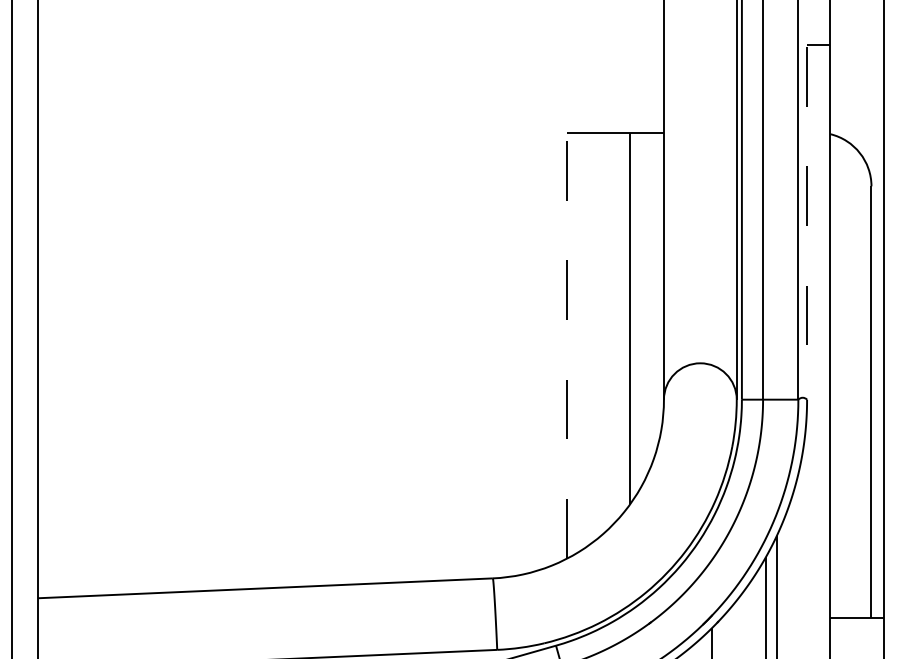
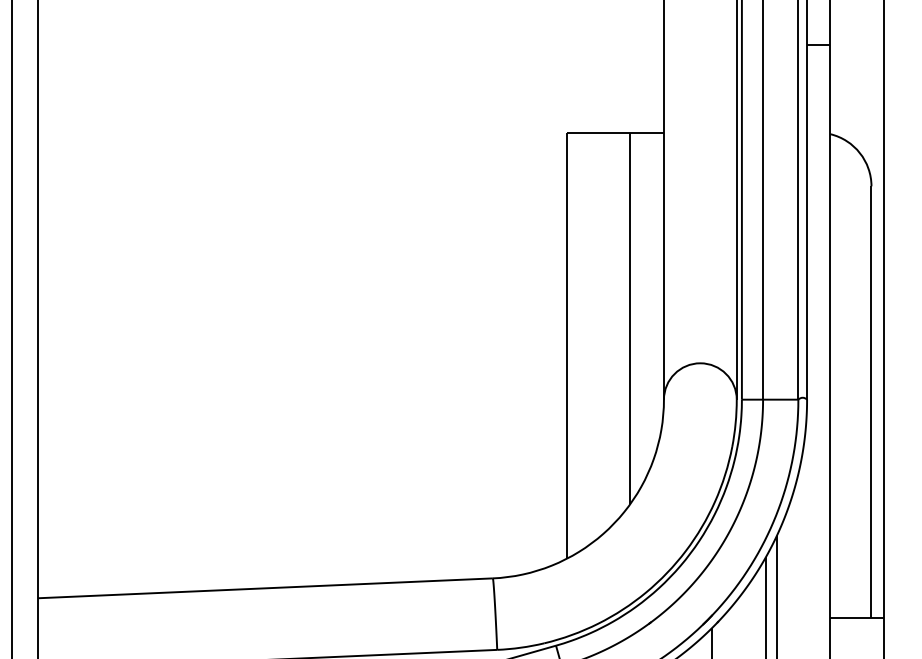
line at (807, 200): dashed -> solid
line at (567, 345): dashed -> solid
